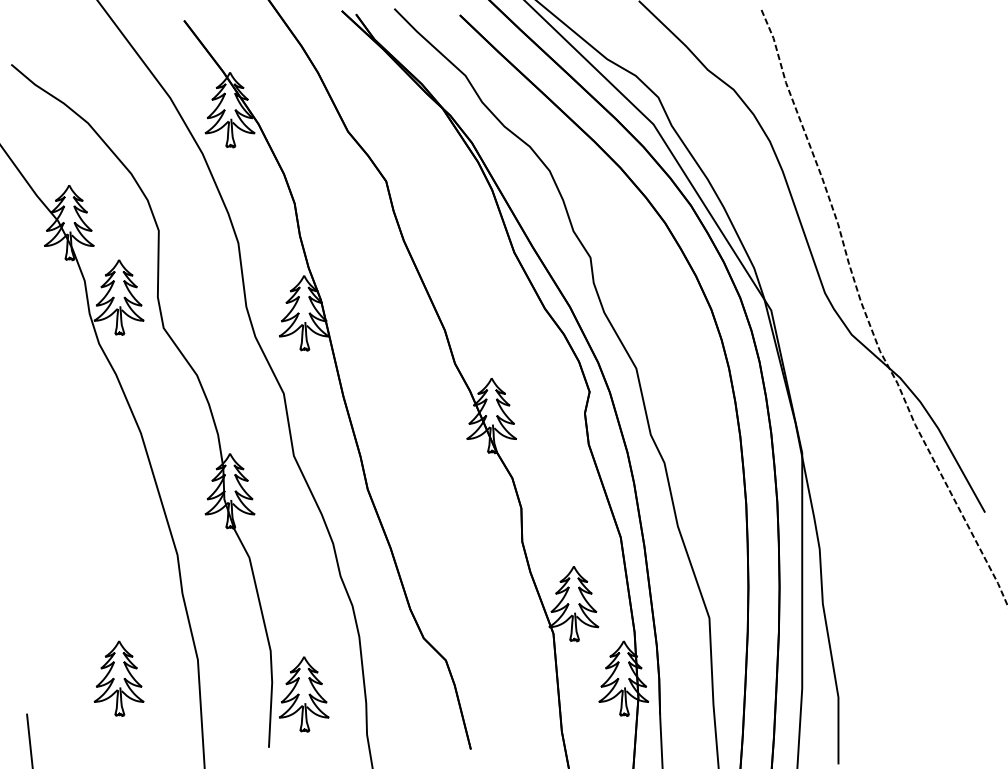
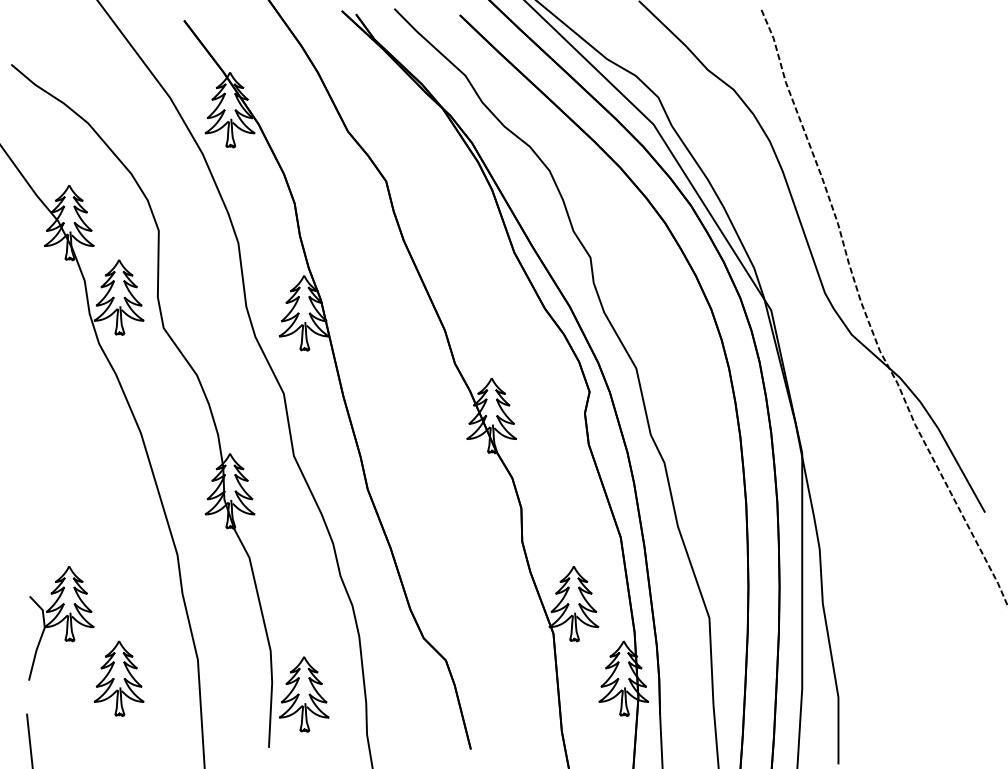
part at (61, 623): none -> present
